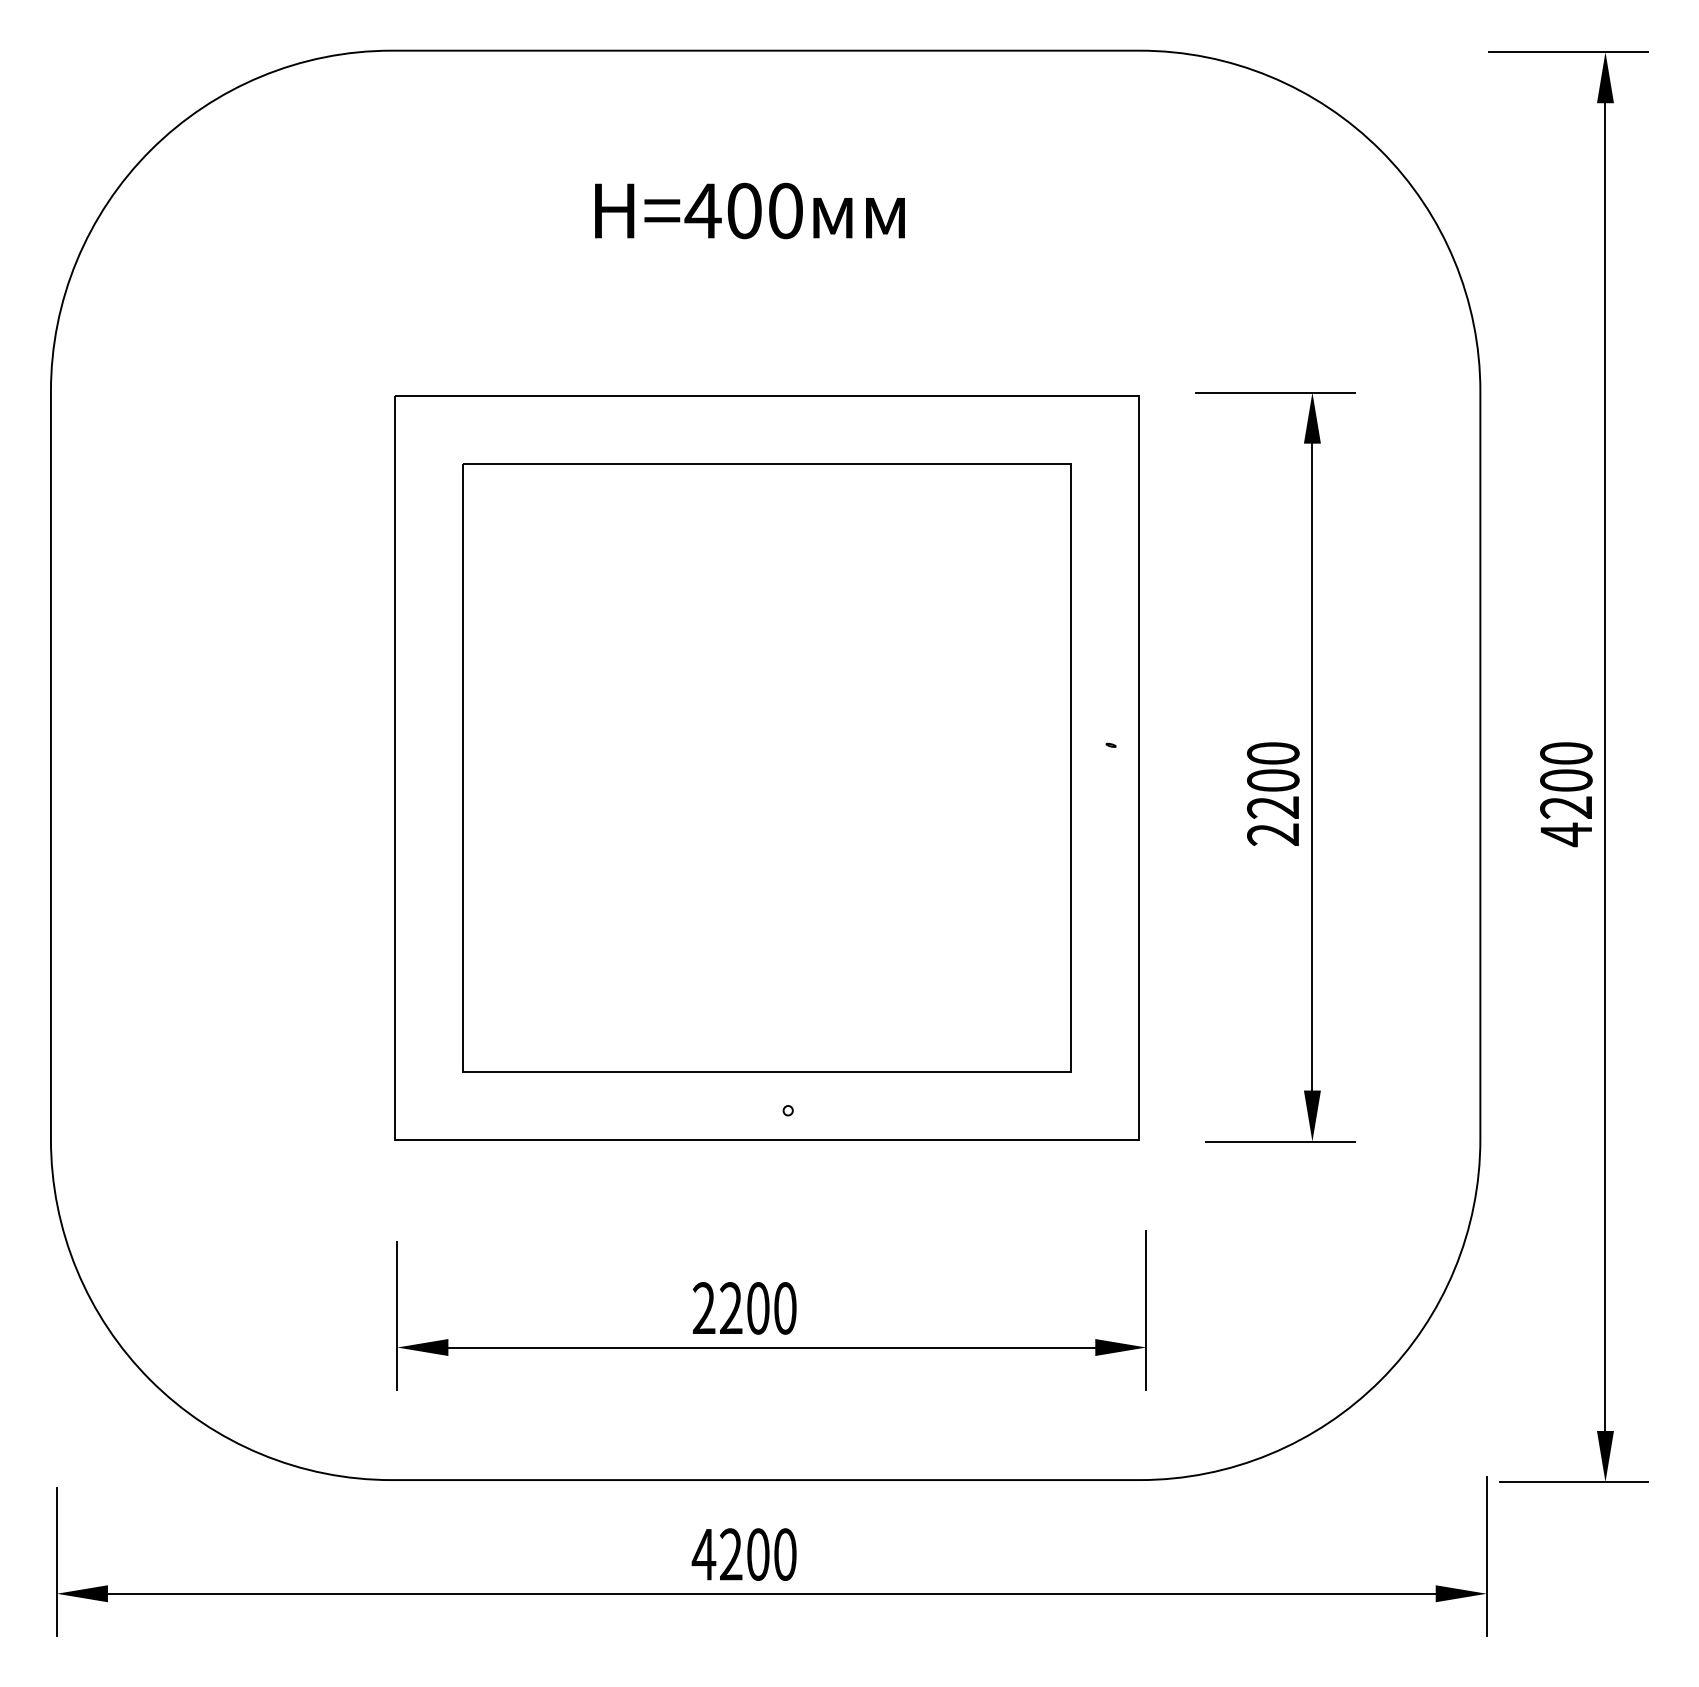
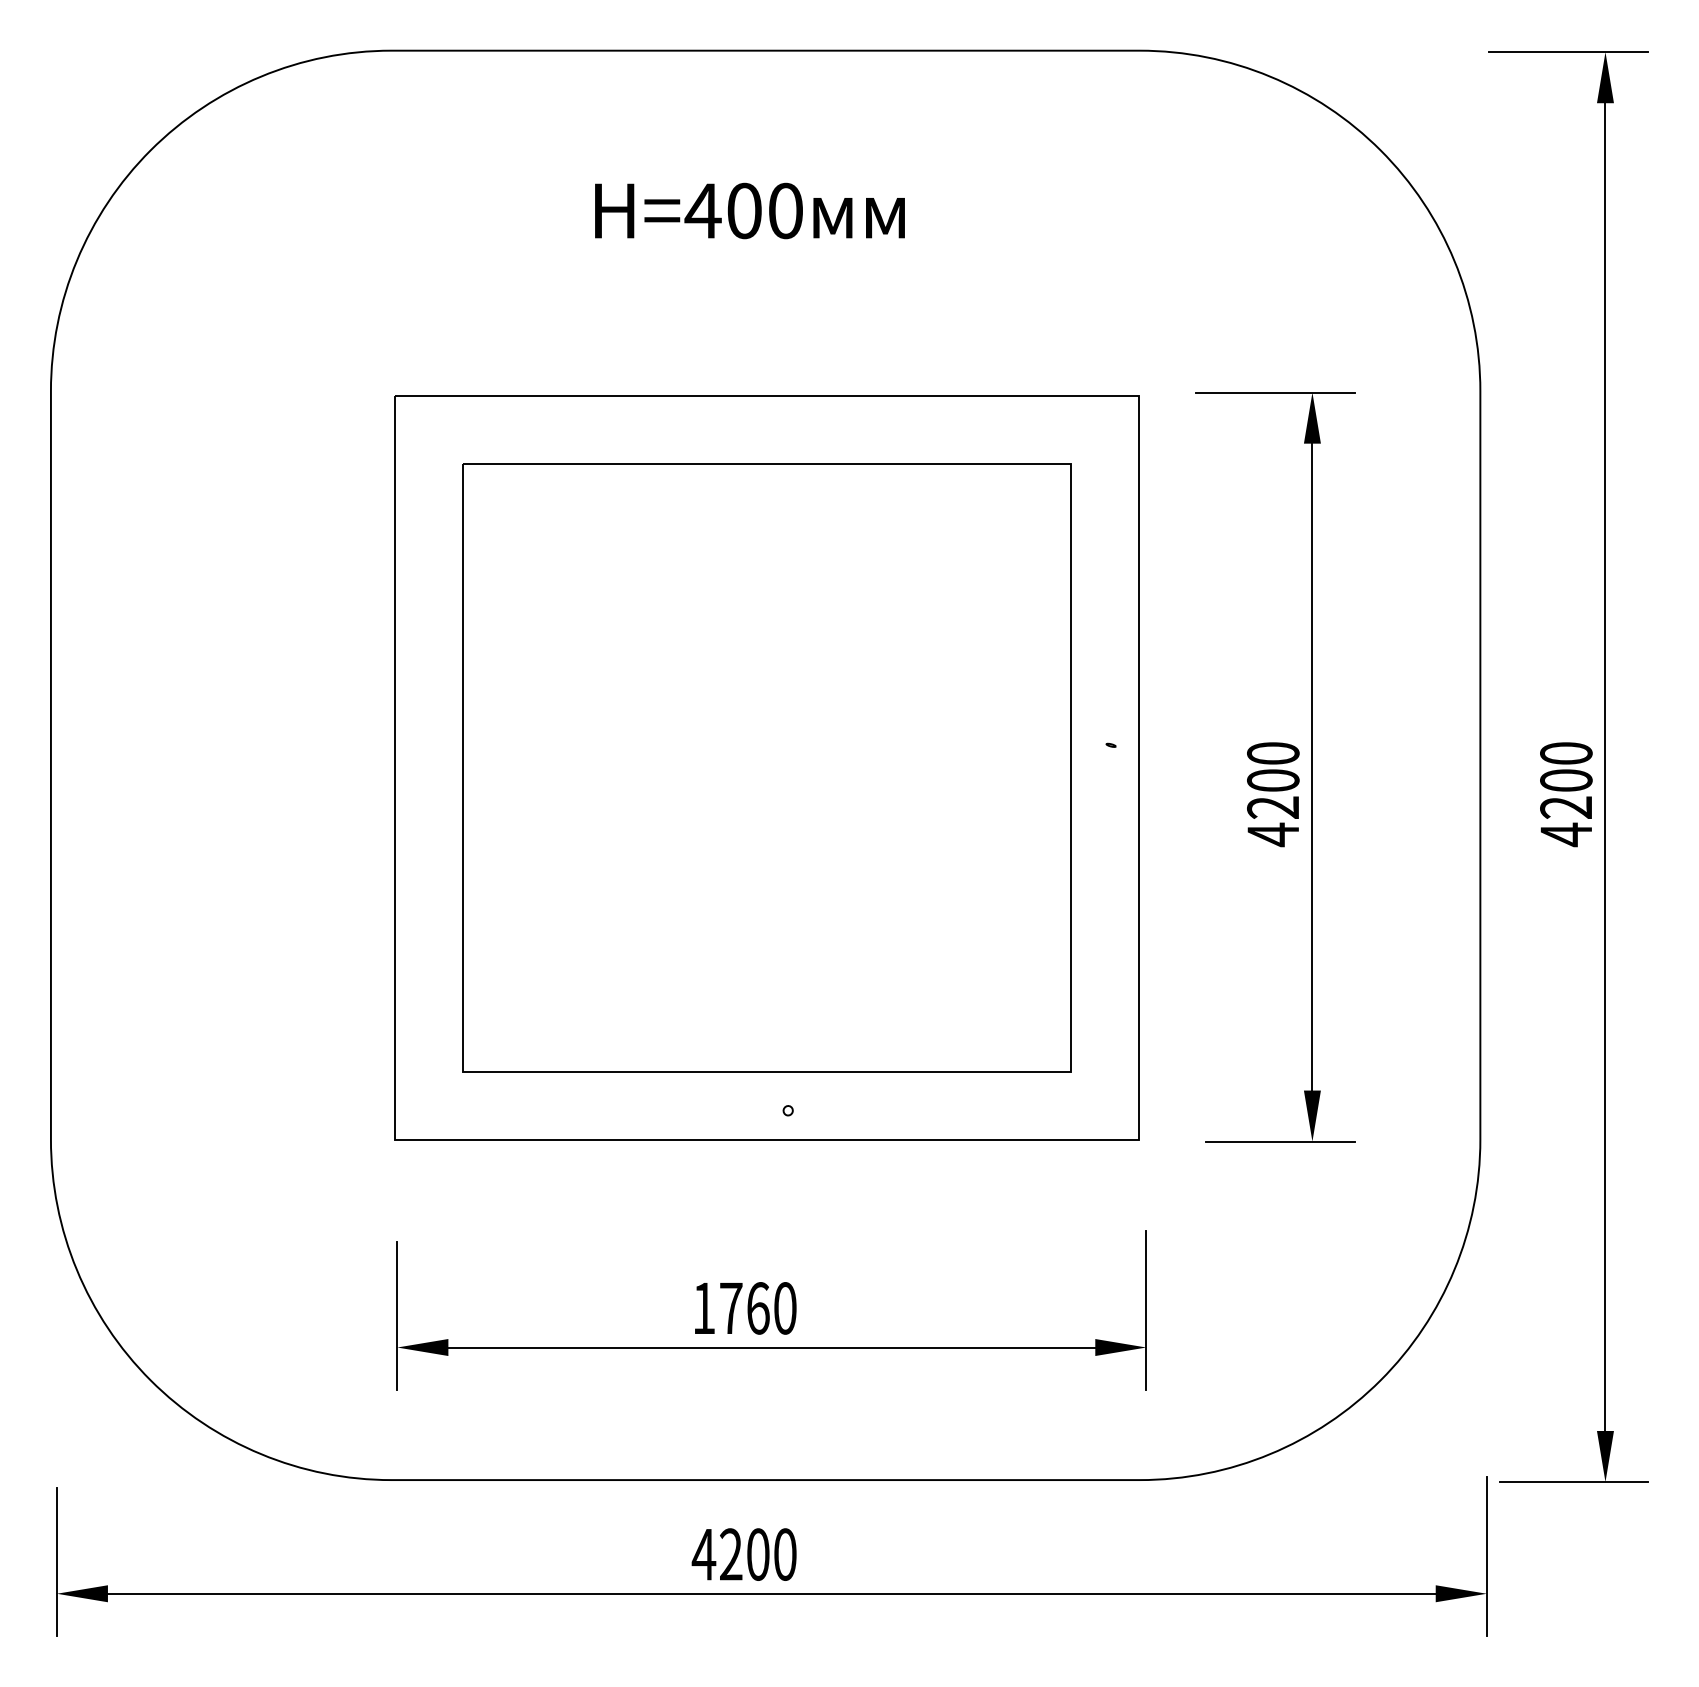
text at (1272, 834): 2200 -> 4200
text at (730, 1308): 2200 -> 1760
